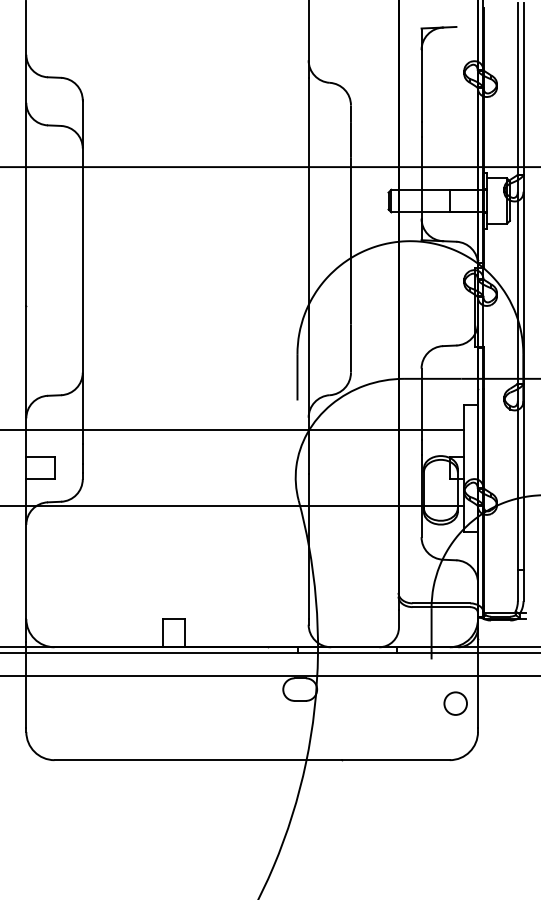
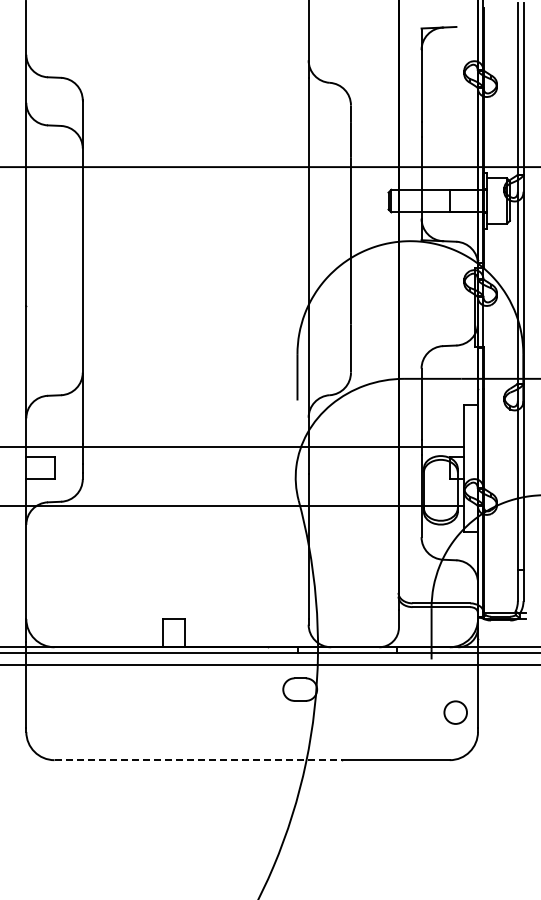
line at (232, 430) position: (232, 430) -> (232, 447)
line at (269, 675) position: (269, 675) -> (269, 664)
circle at (455, 703) position: (455, 703) -> (455, 712)
line at (198, 760): solid -> dashed
